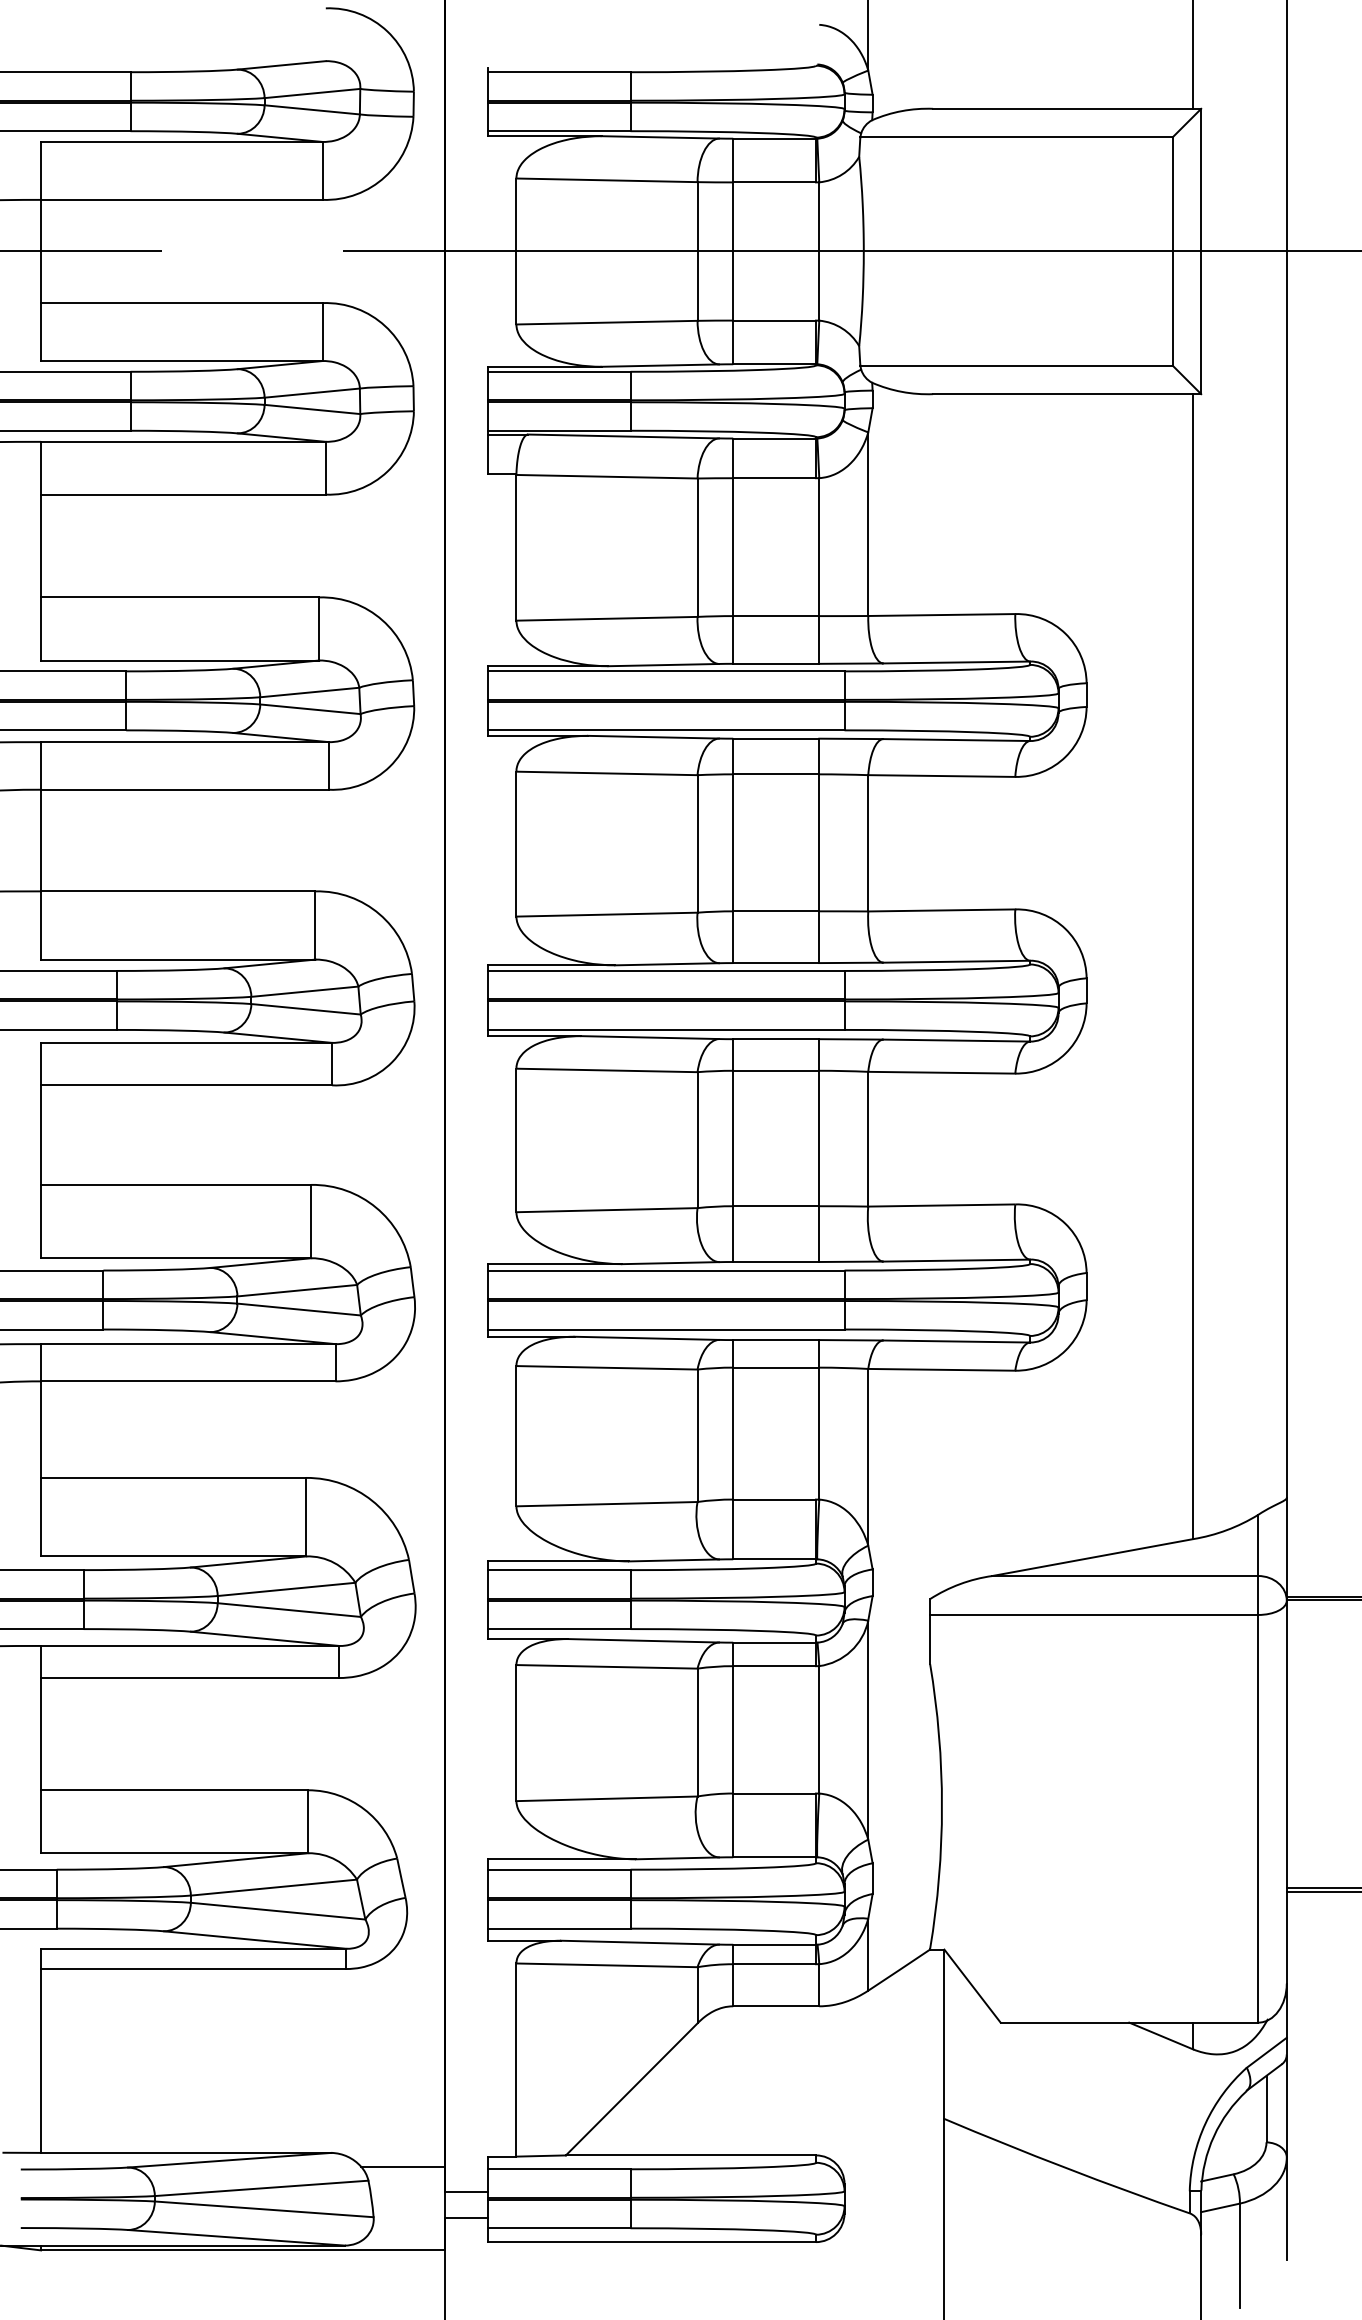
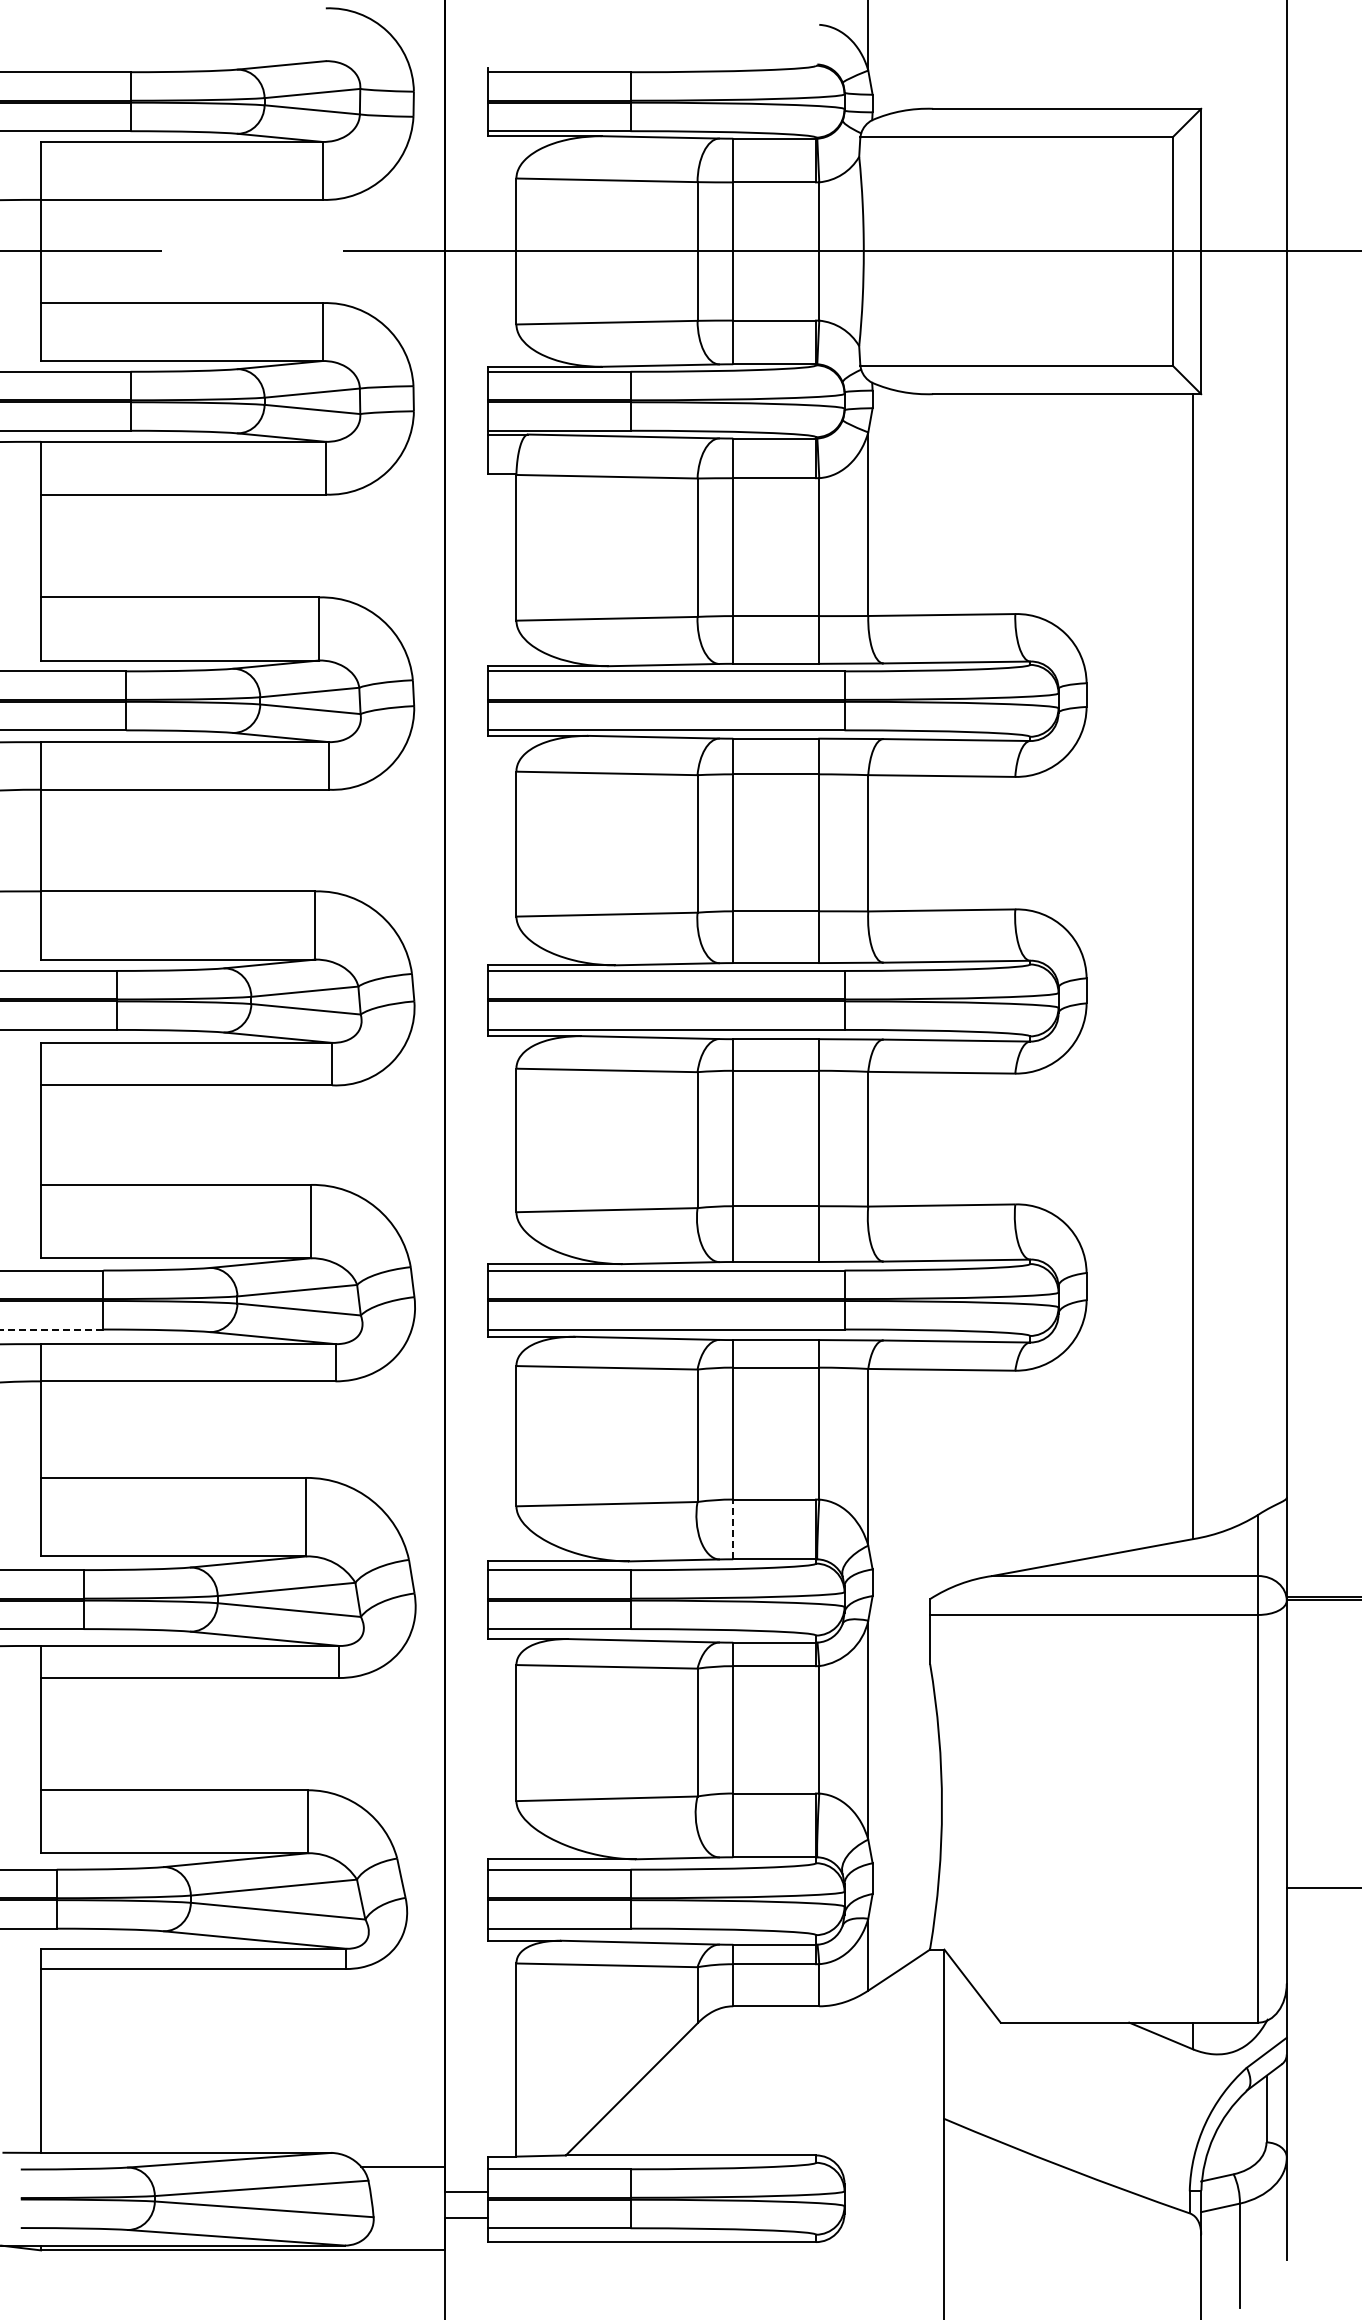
line at (1193, 55): present -> none
line at (51, 1329): solid -> dashed
line at (733, 1529): solid -> dashed
line at (1322, 1892): present -> none
